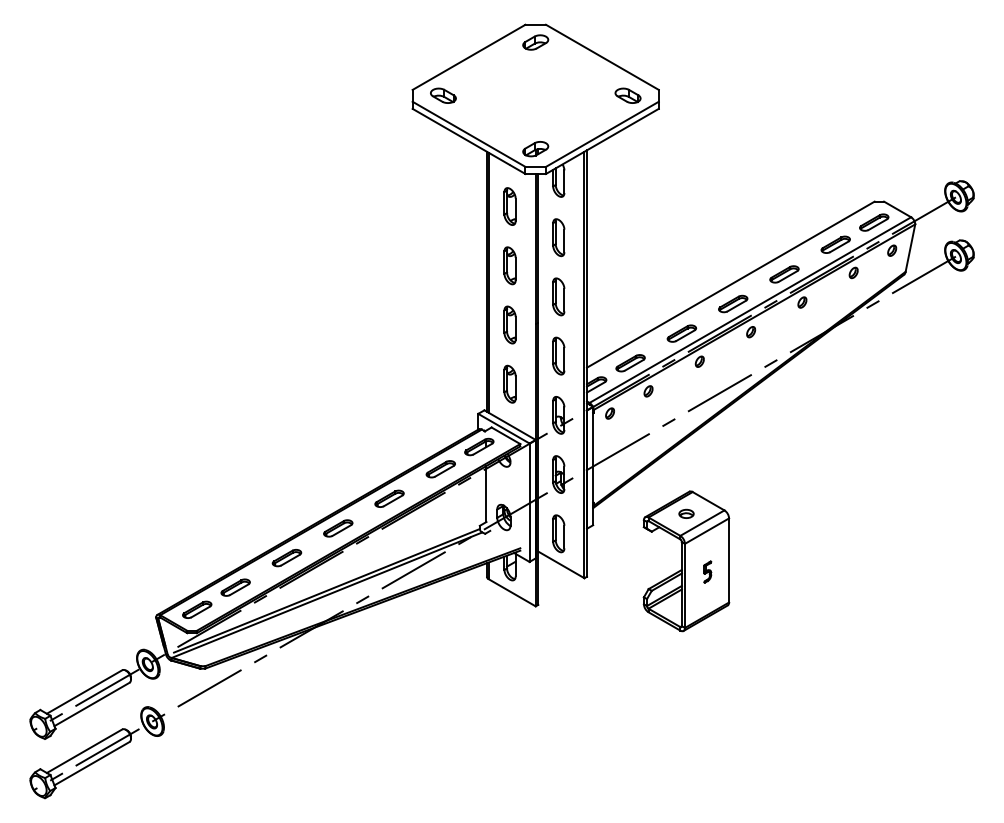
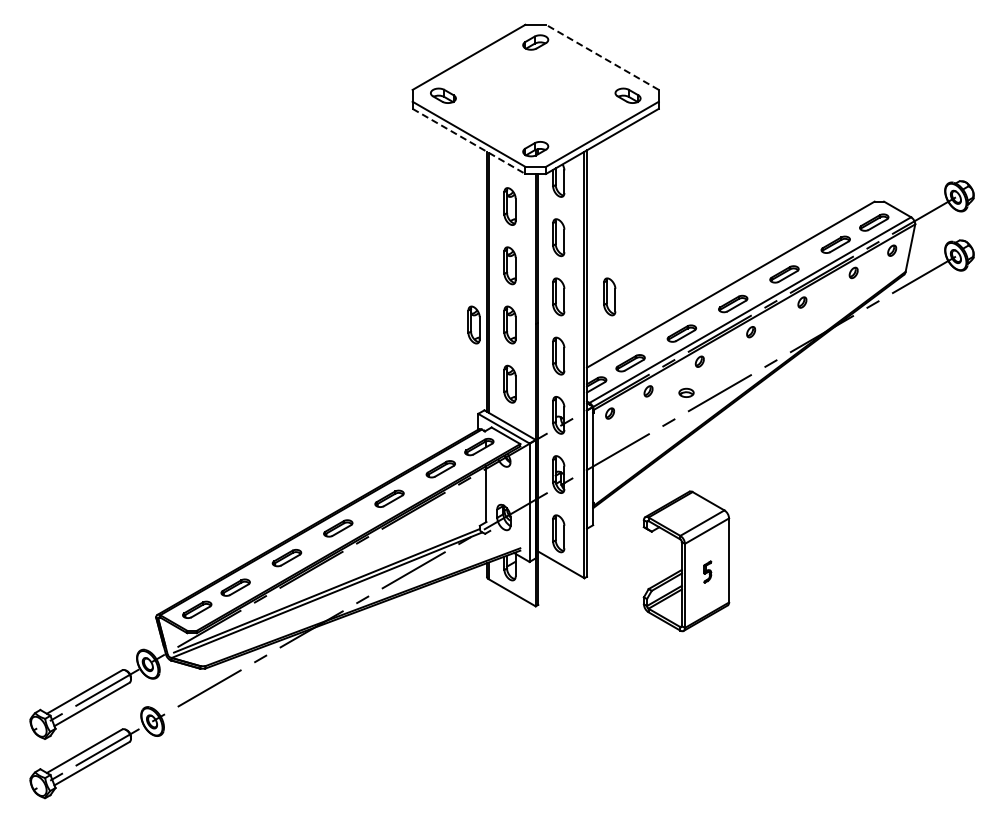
line at (601, 57): solid -> dashed
line at (469, 141): solid -> dashed
part at (609, 296): none -> present
part at (473, 324): none -> present
part at (686, 513) position: (686, 513) -> (686, 392)
